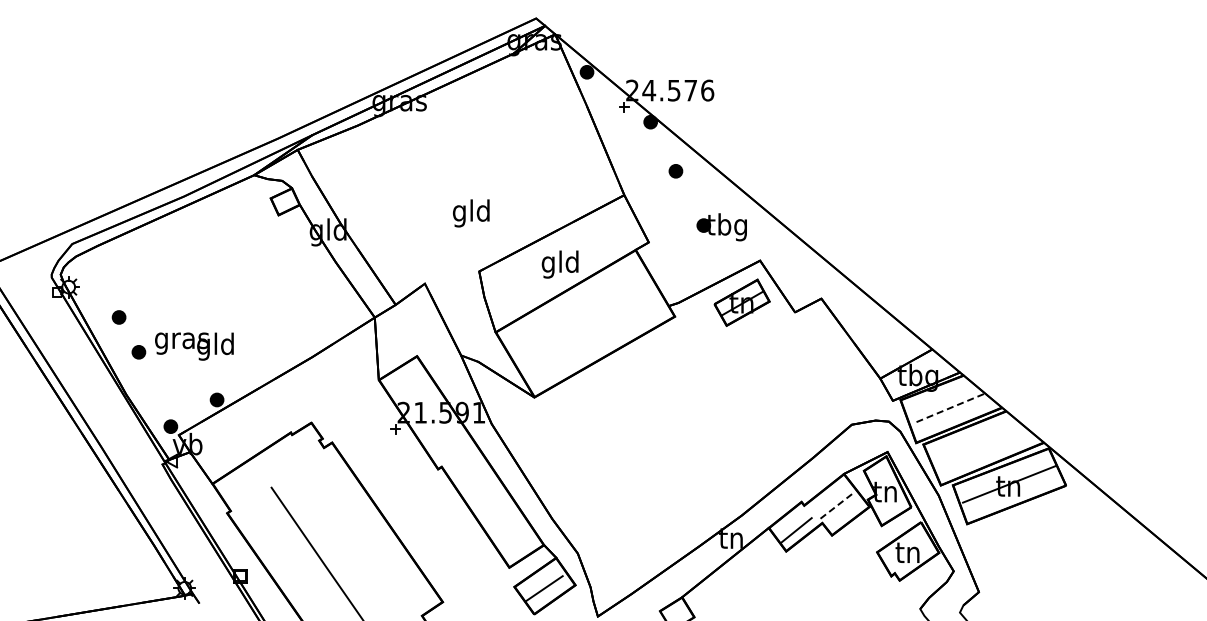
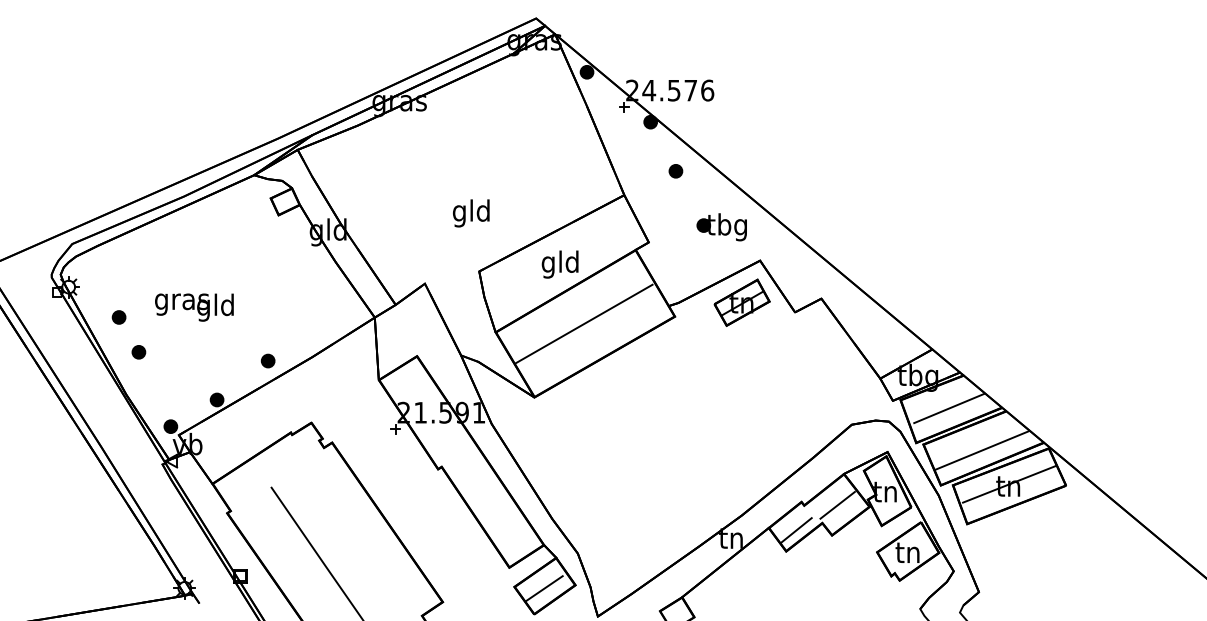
line at (583, 323): none -> present
text at (194, 346) position: (194, 346) -> (194, 307)
part at (267, 360): none -> present
line at (949, 408): dashed -> solid
line at (981, 450): none -> present
line at (837, 505): dashed -> solid
